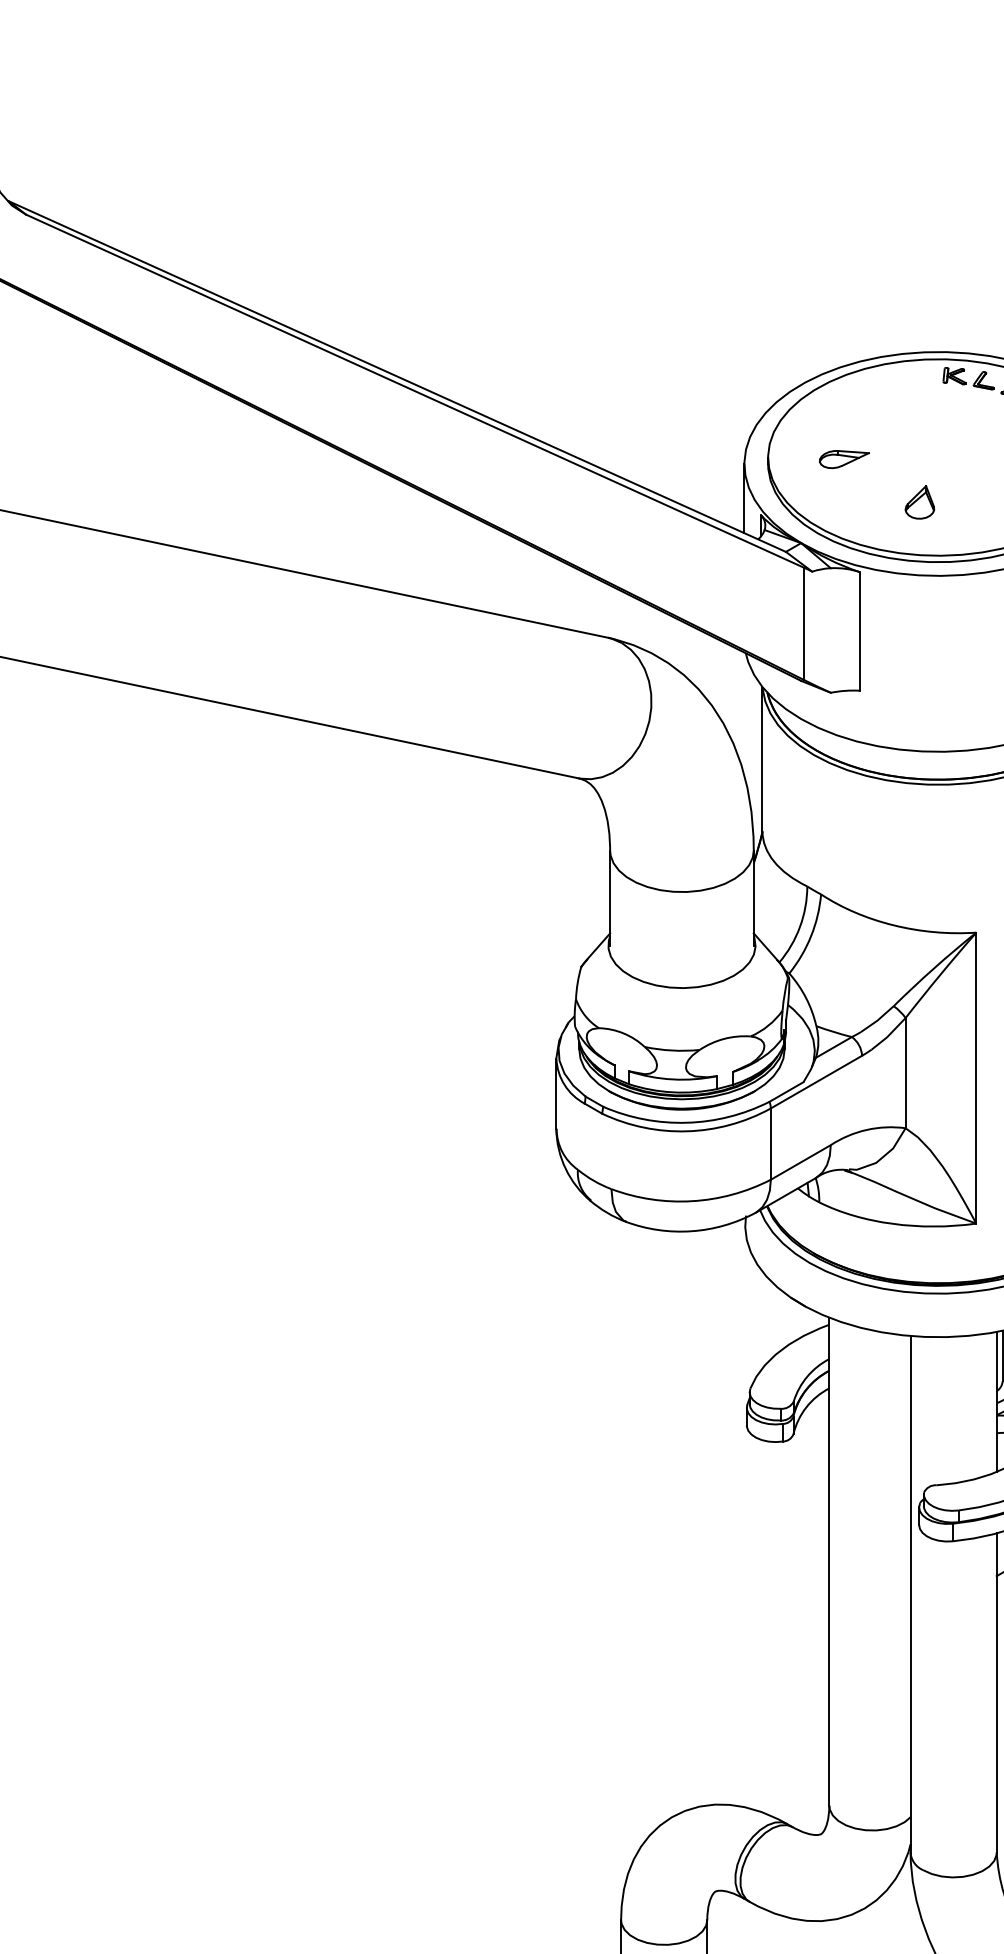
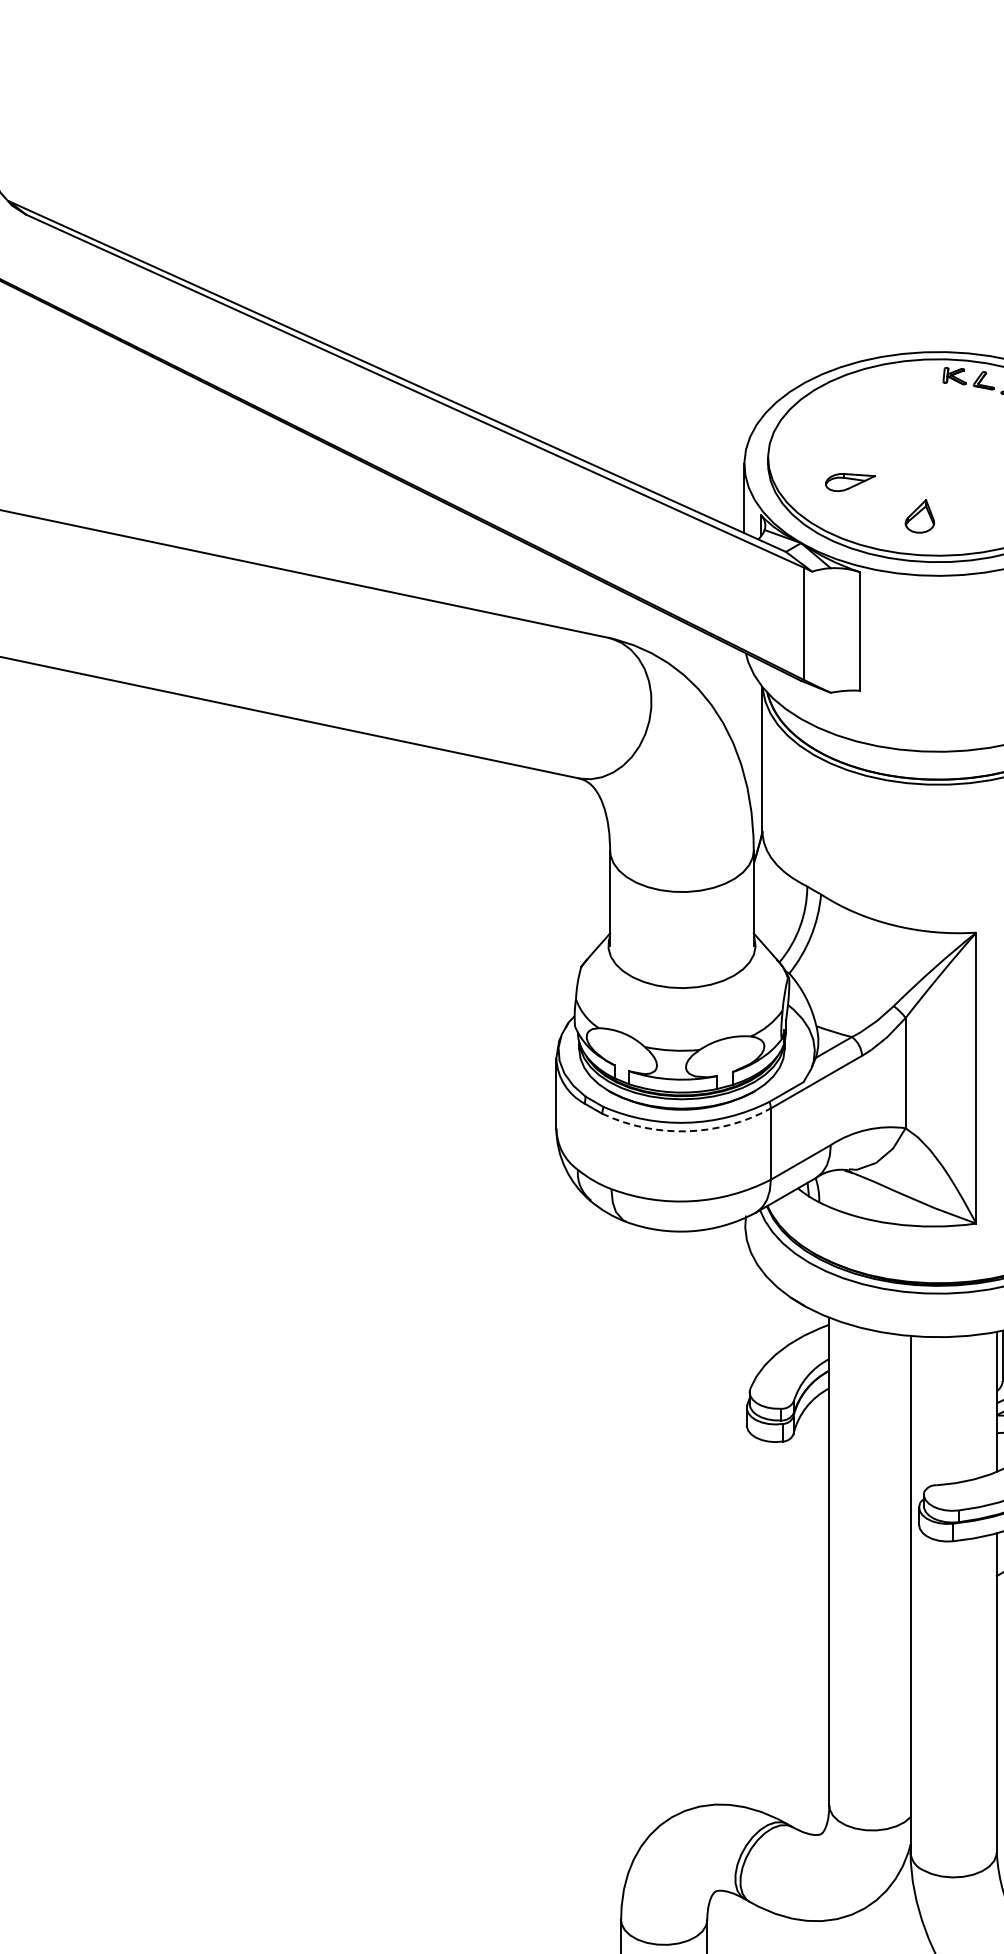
part at (844, 459) position: (844, 459) -> (850, 482)
part at (919, 502) position: (919, 502) -> (919, 516)
arc at (687, 1131): solid -> dashed
